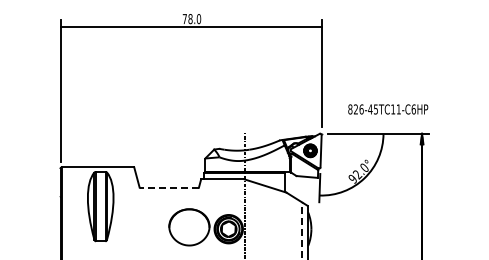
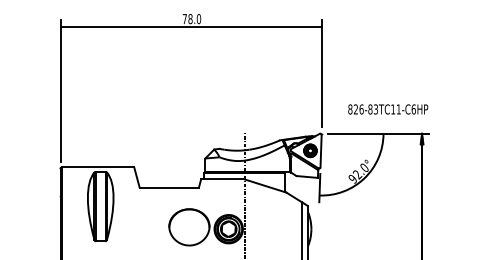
text at (372, 109): 826-45TC11-C6HP -> 826-83TC11-C6HP
line at (169, 187): dashed -> solid
line at (302, 230): dashed -> solid
